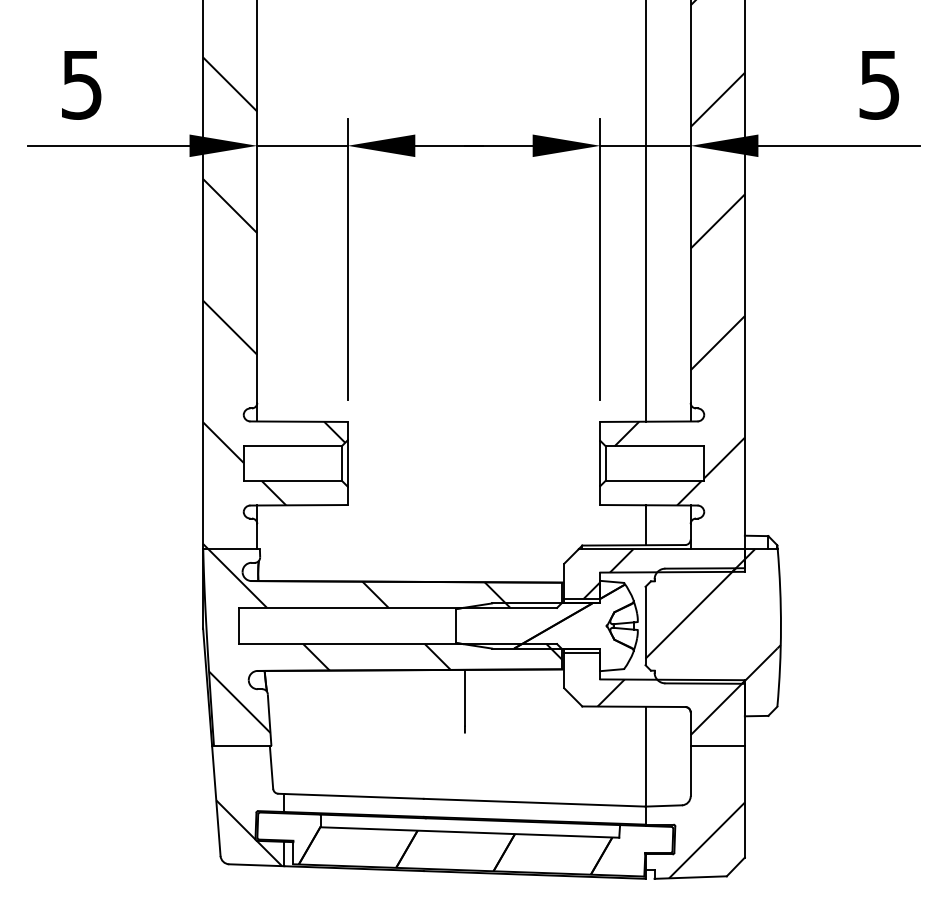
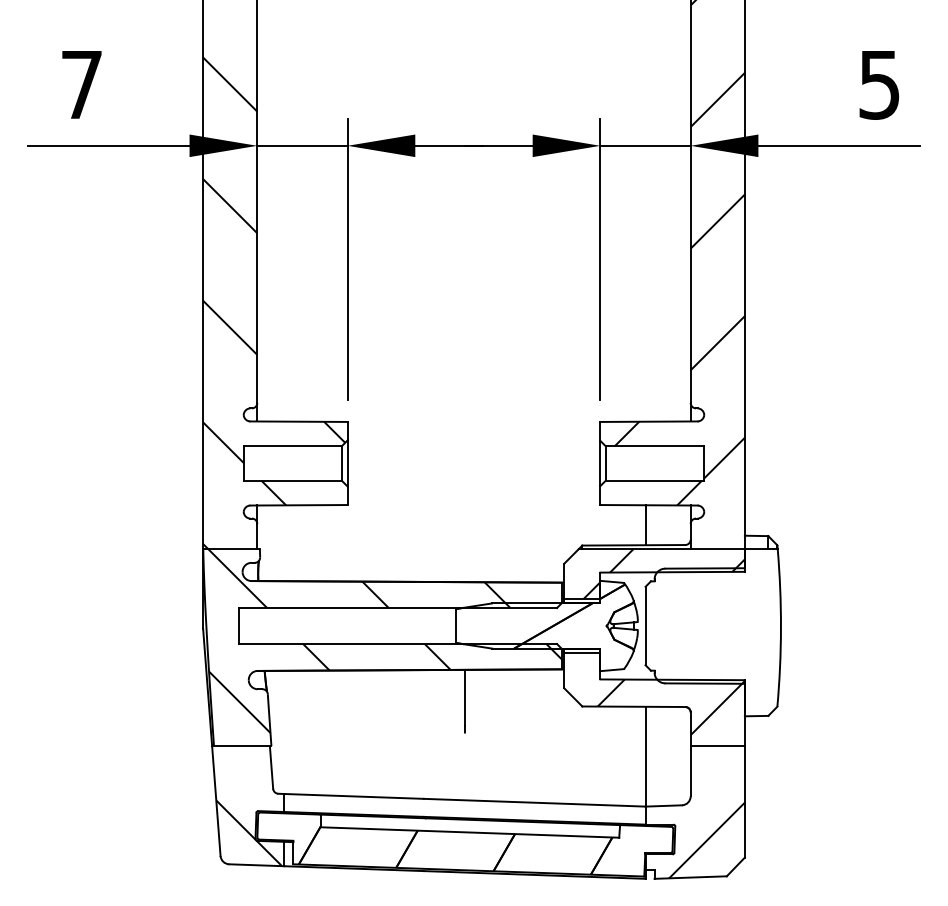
text at (81, 85): 5 -> 7
line at (645, 211): present -> none
hatch at (712, 616): present -> none
